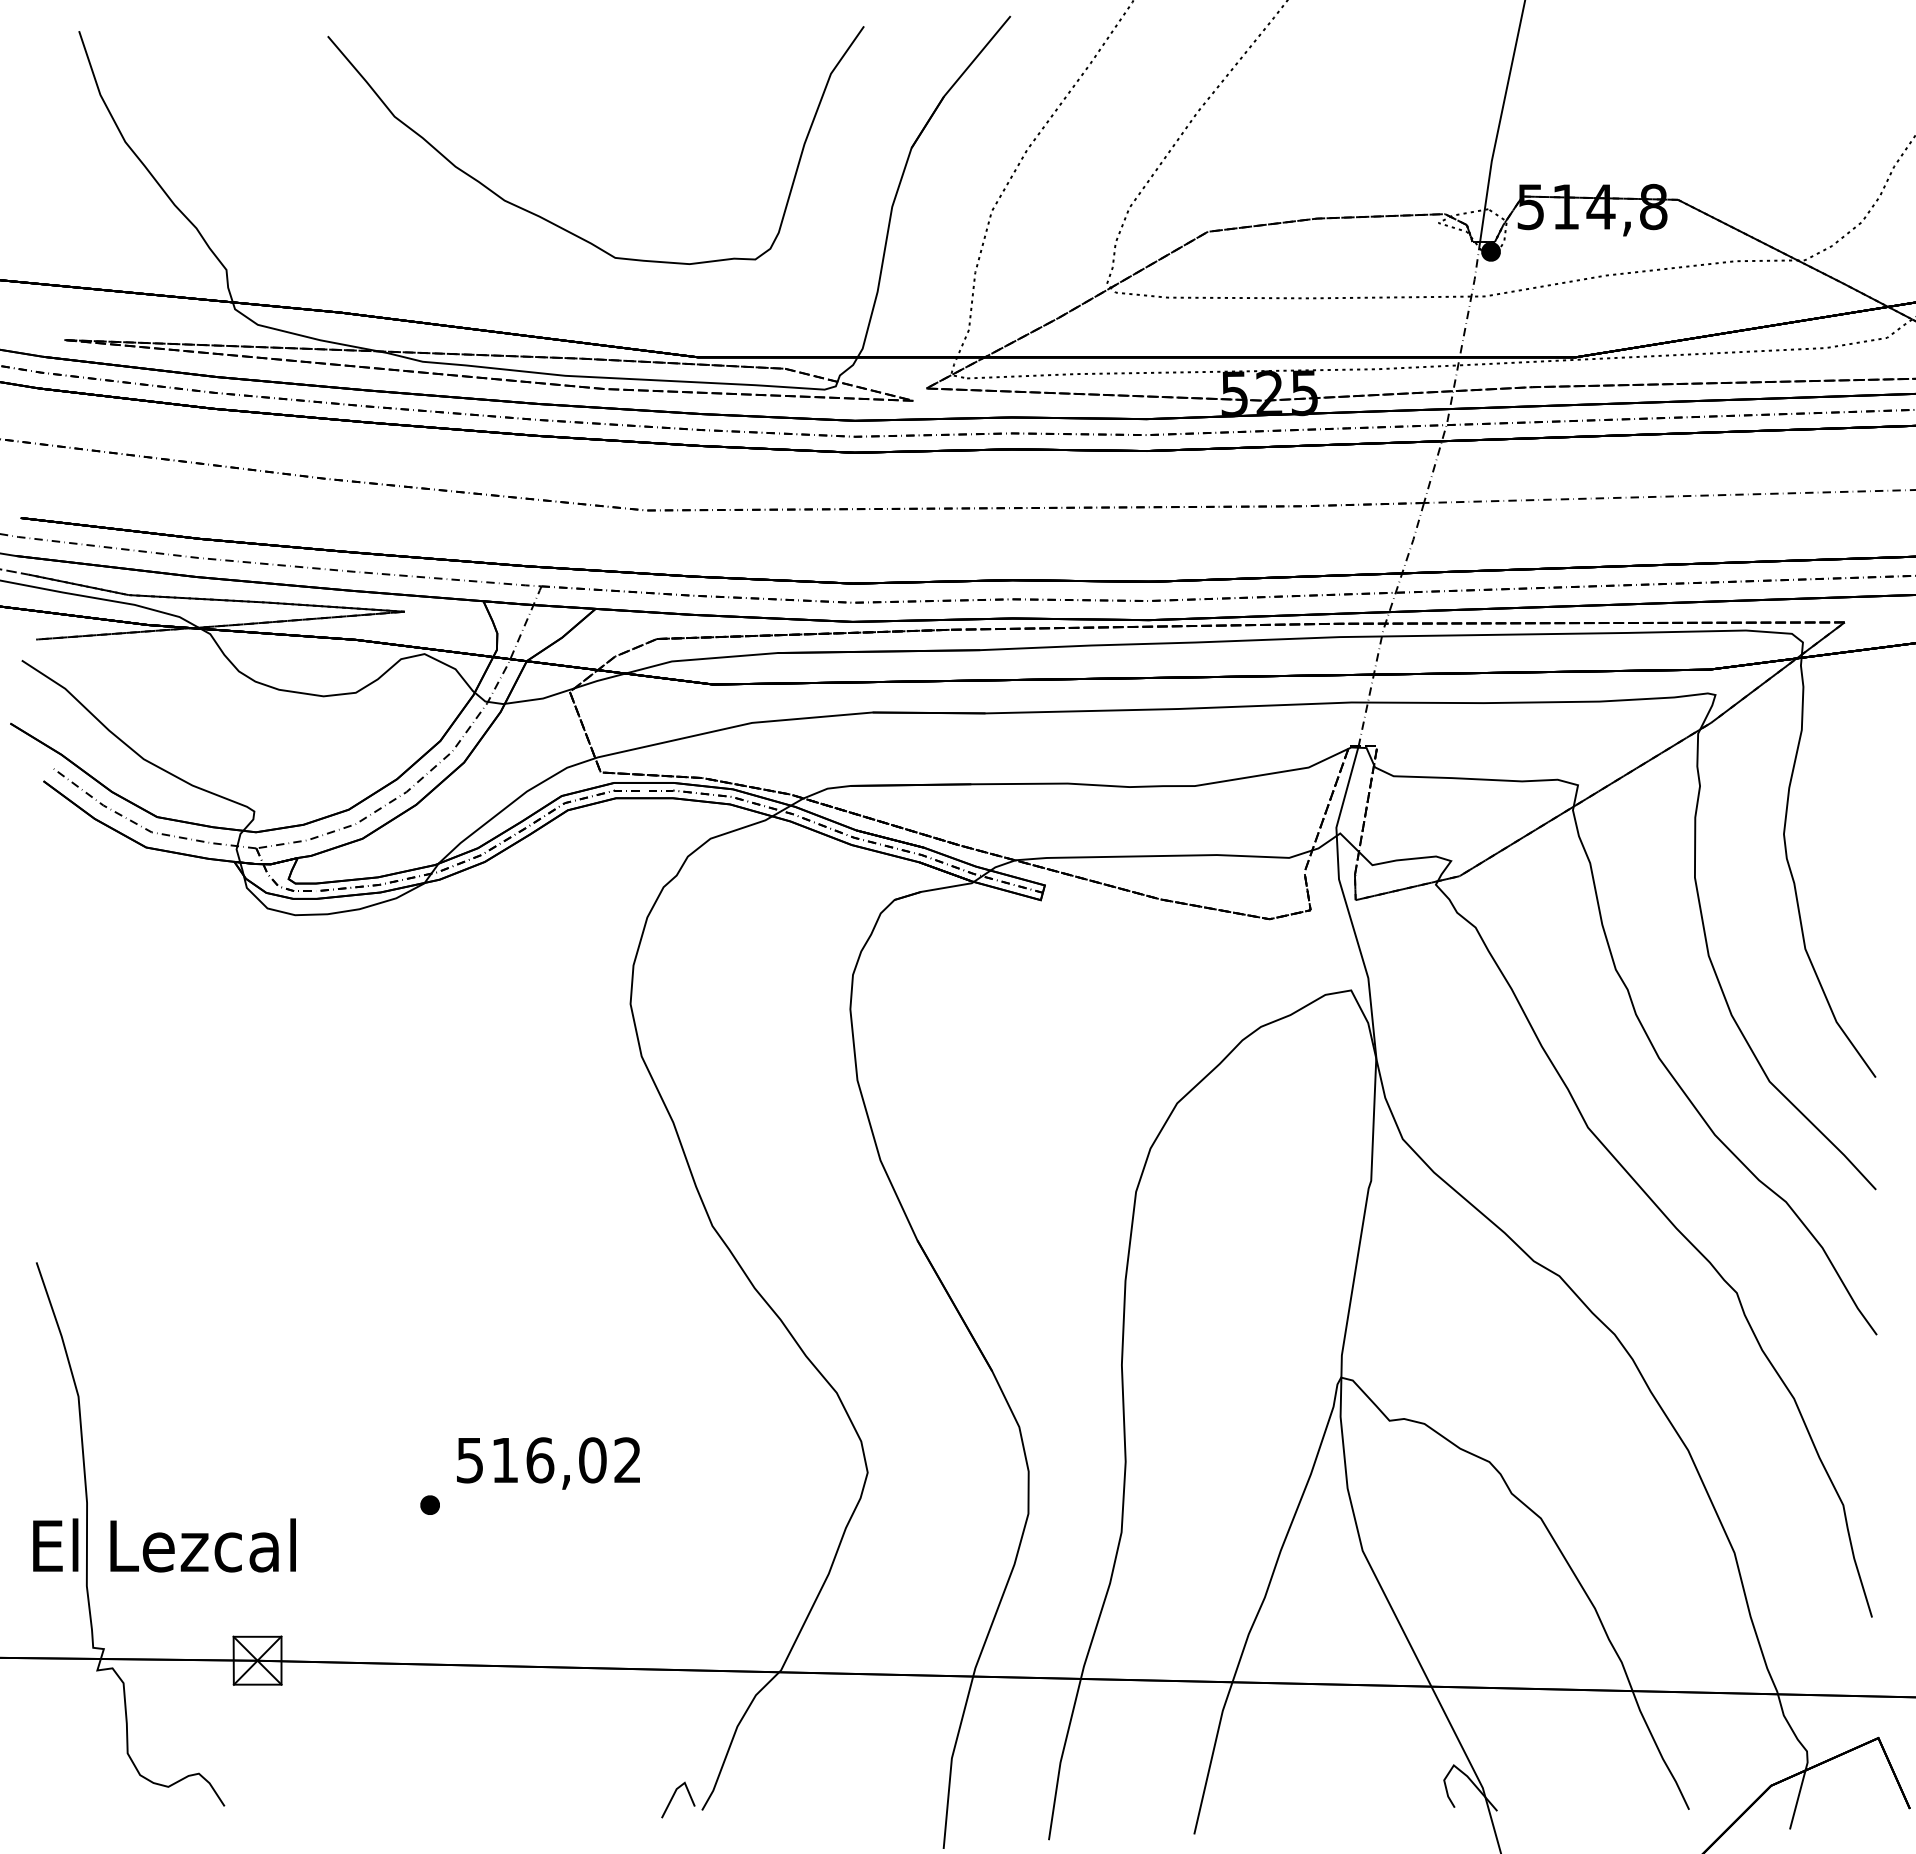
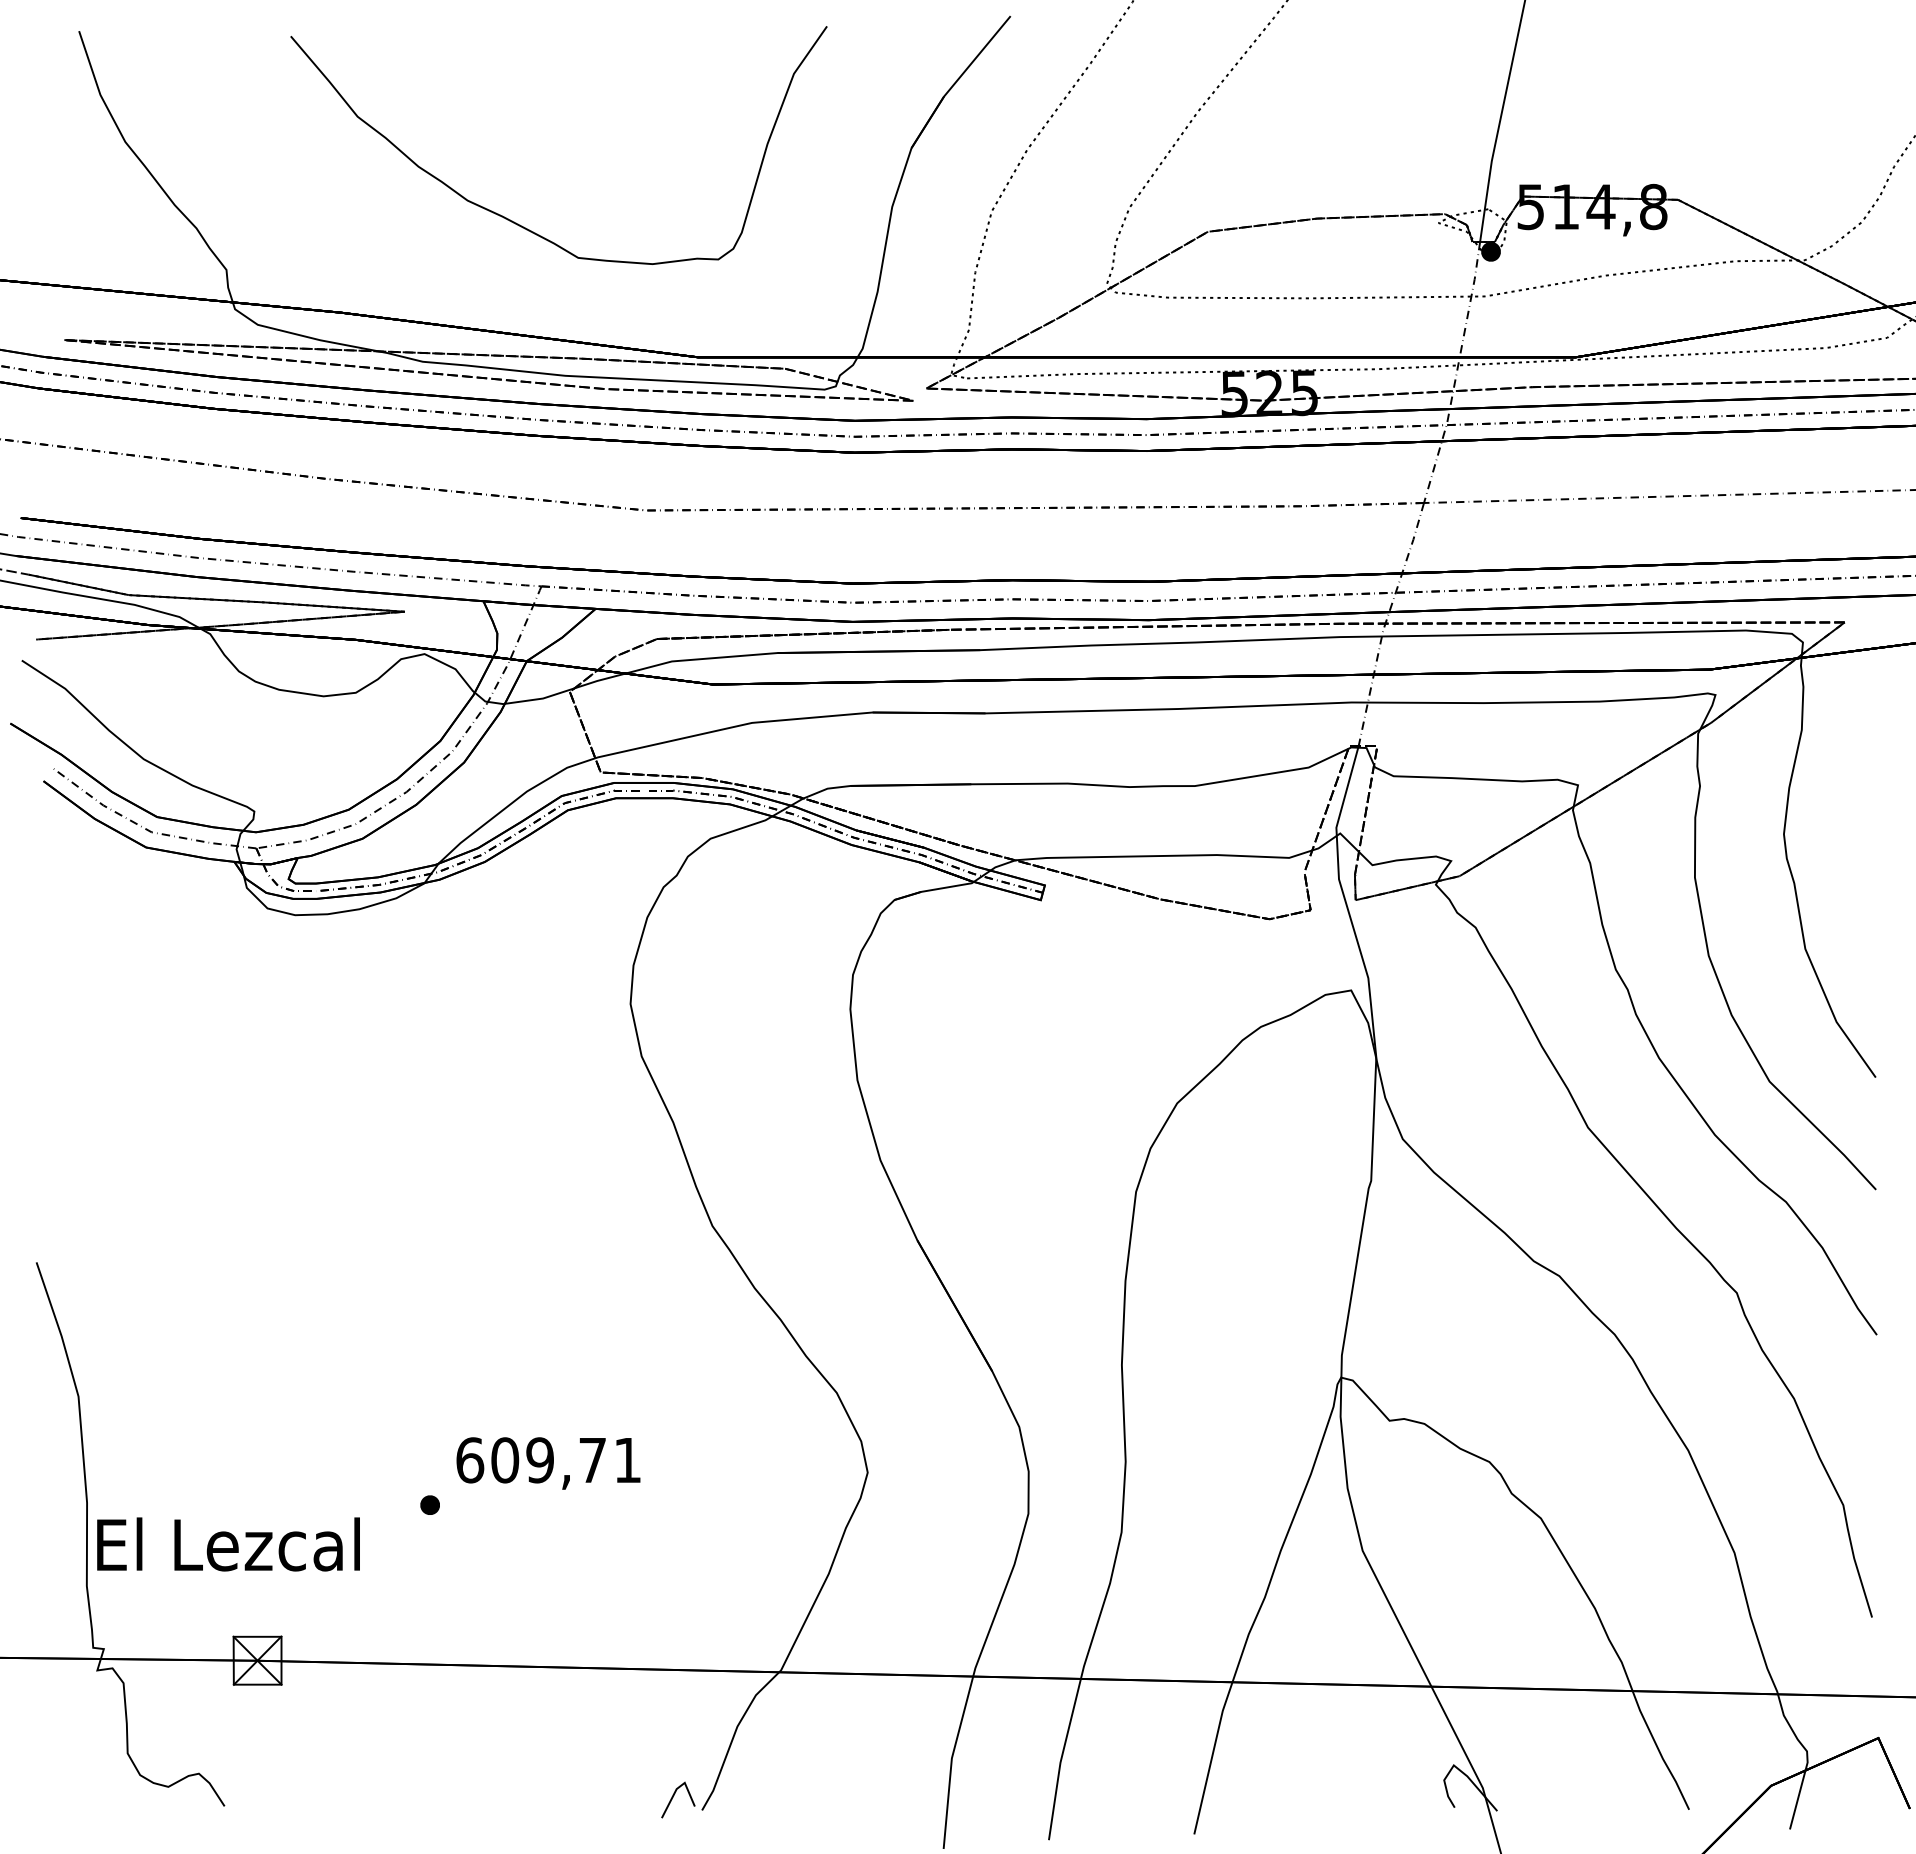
curve at (555, 223) position: (555, 223) -> (518, 223)
text at (548, 1460): 516,02 -> 609,71
text at (164, 1545) position: (164, 1545) -> (228, 1544)
